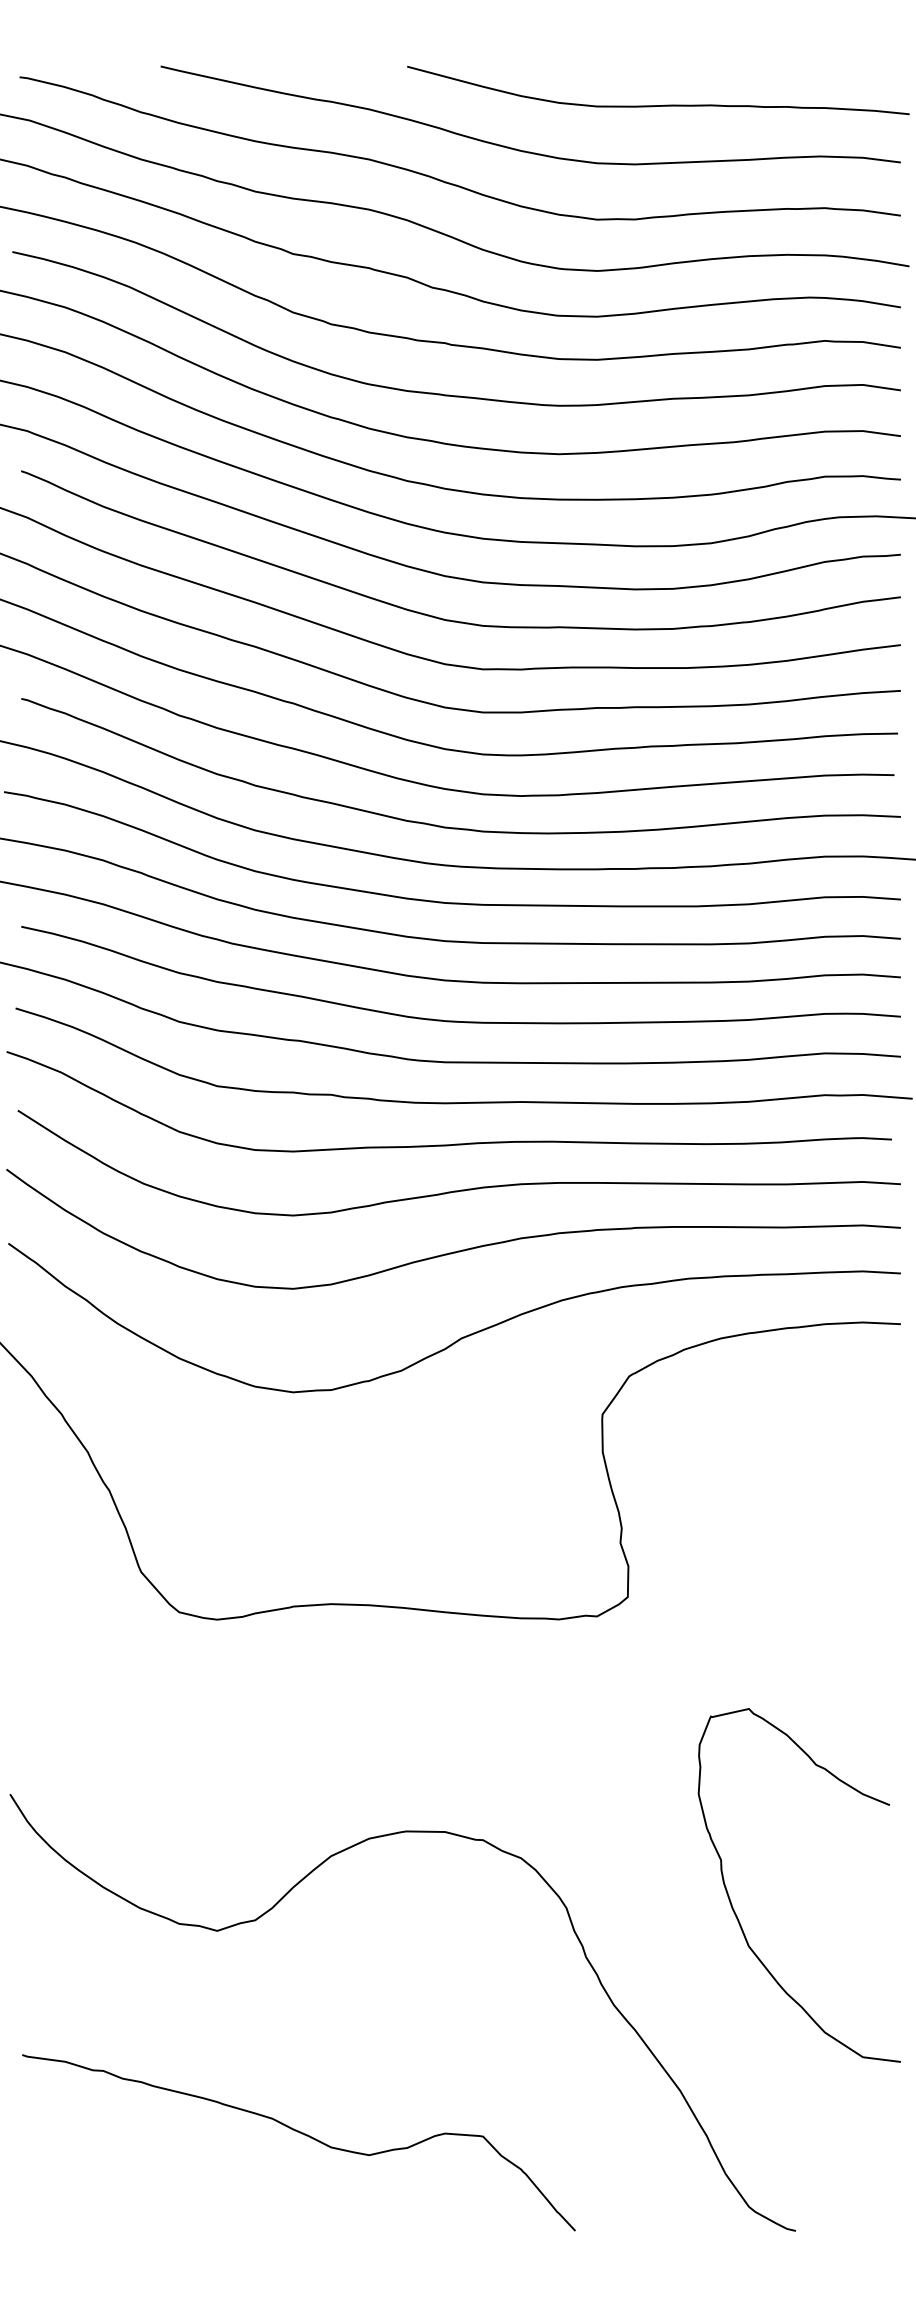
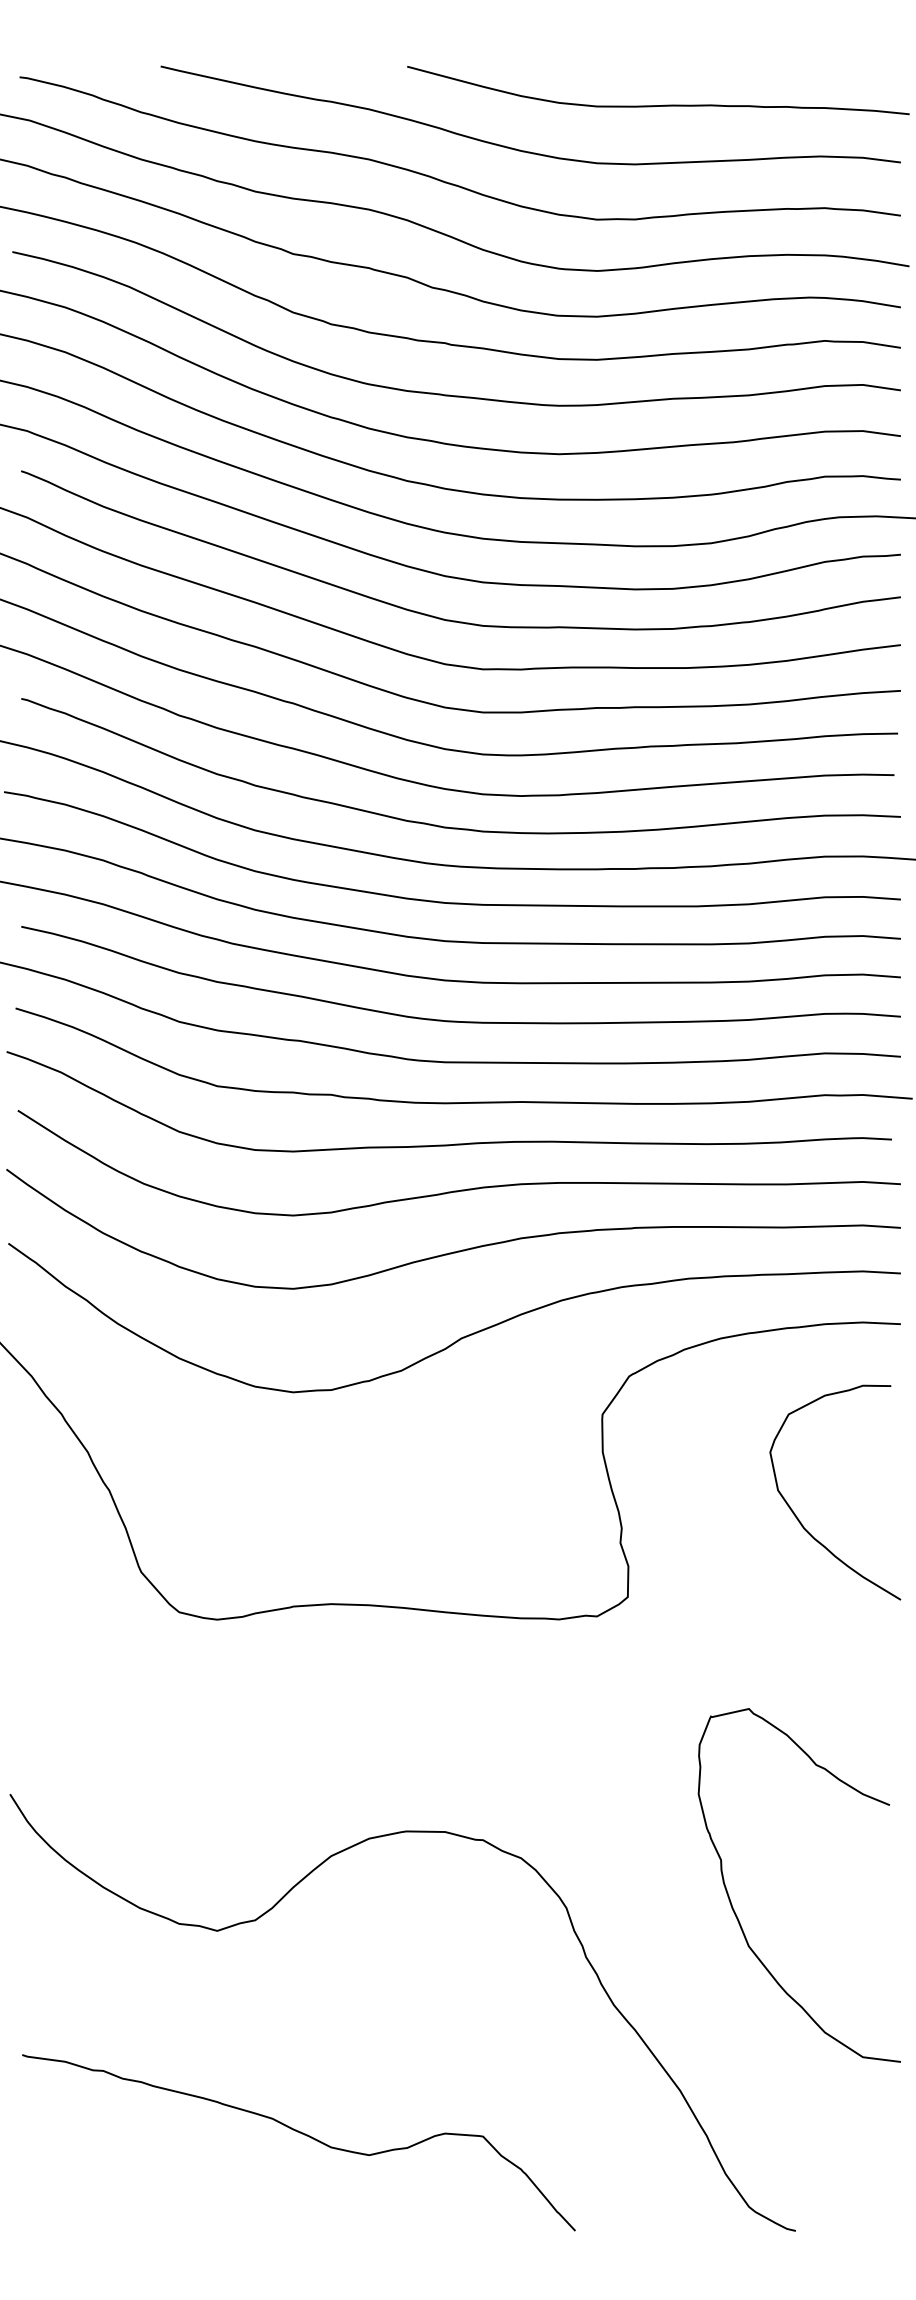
curve at (797, 1516): none -> present
